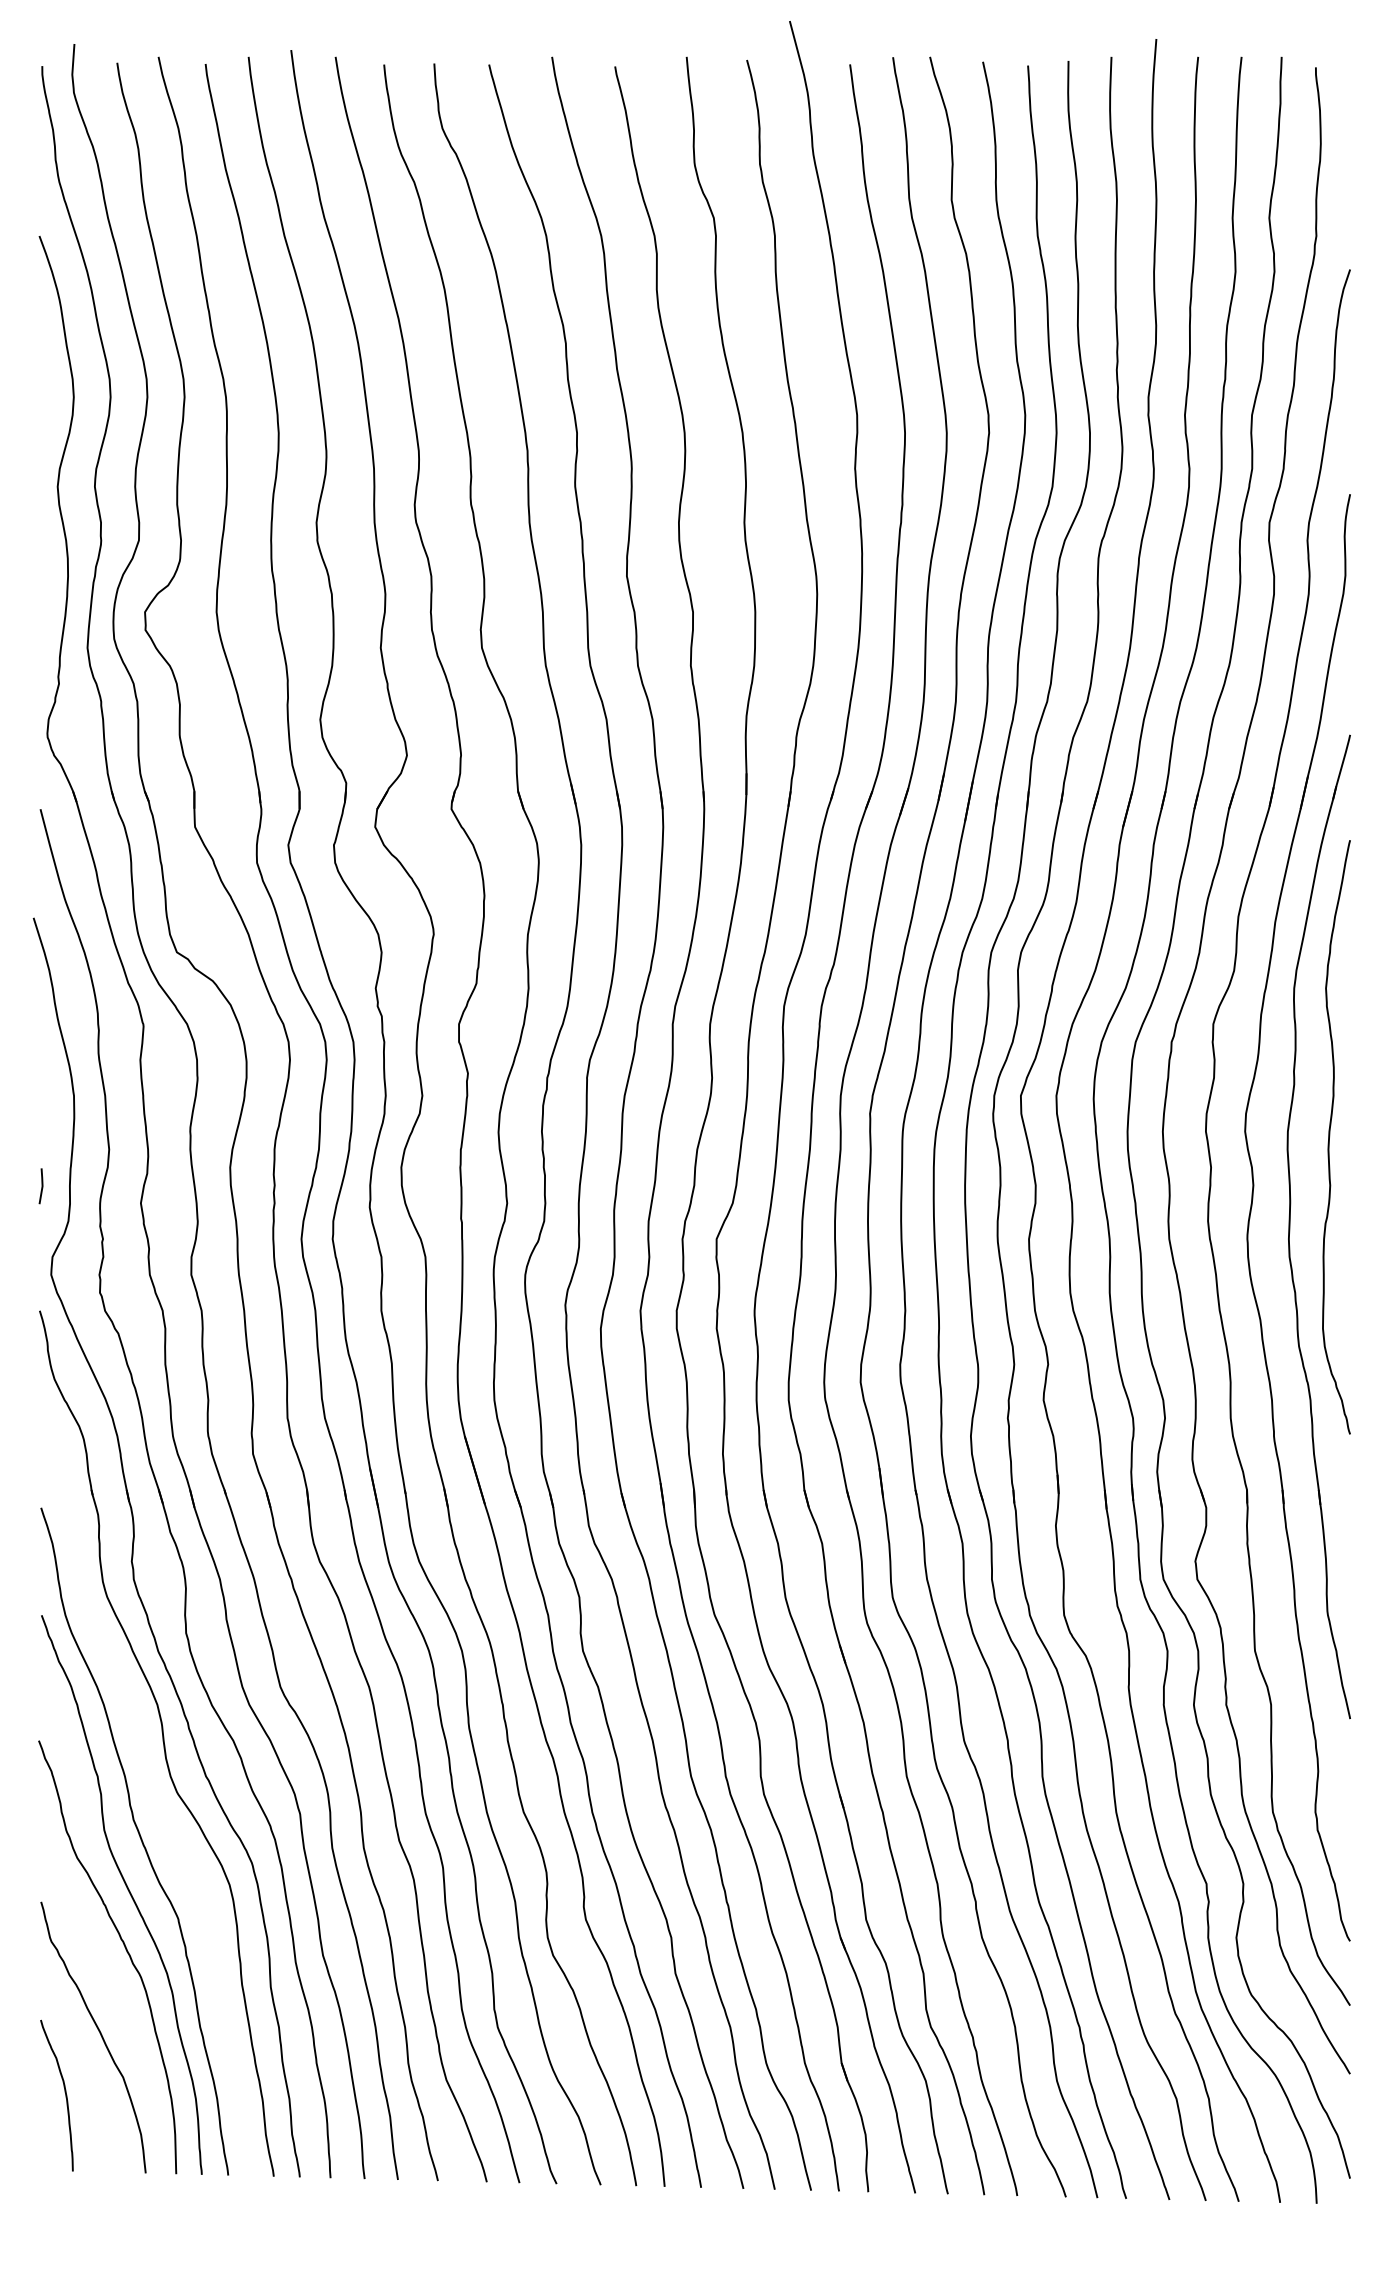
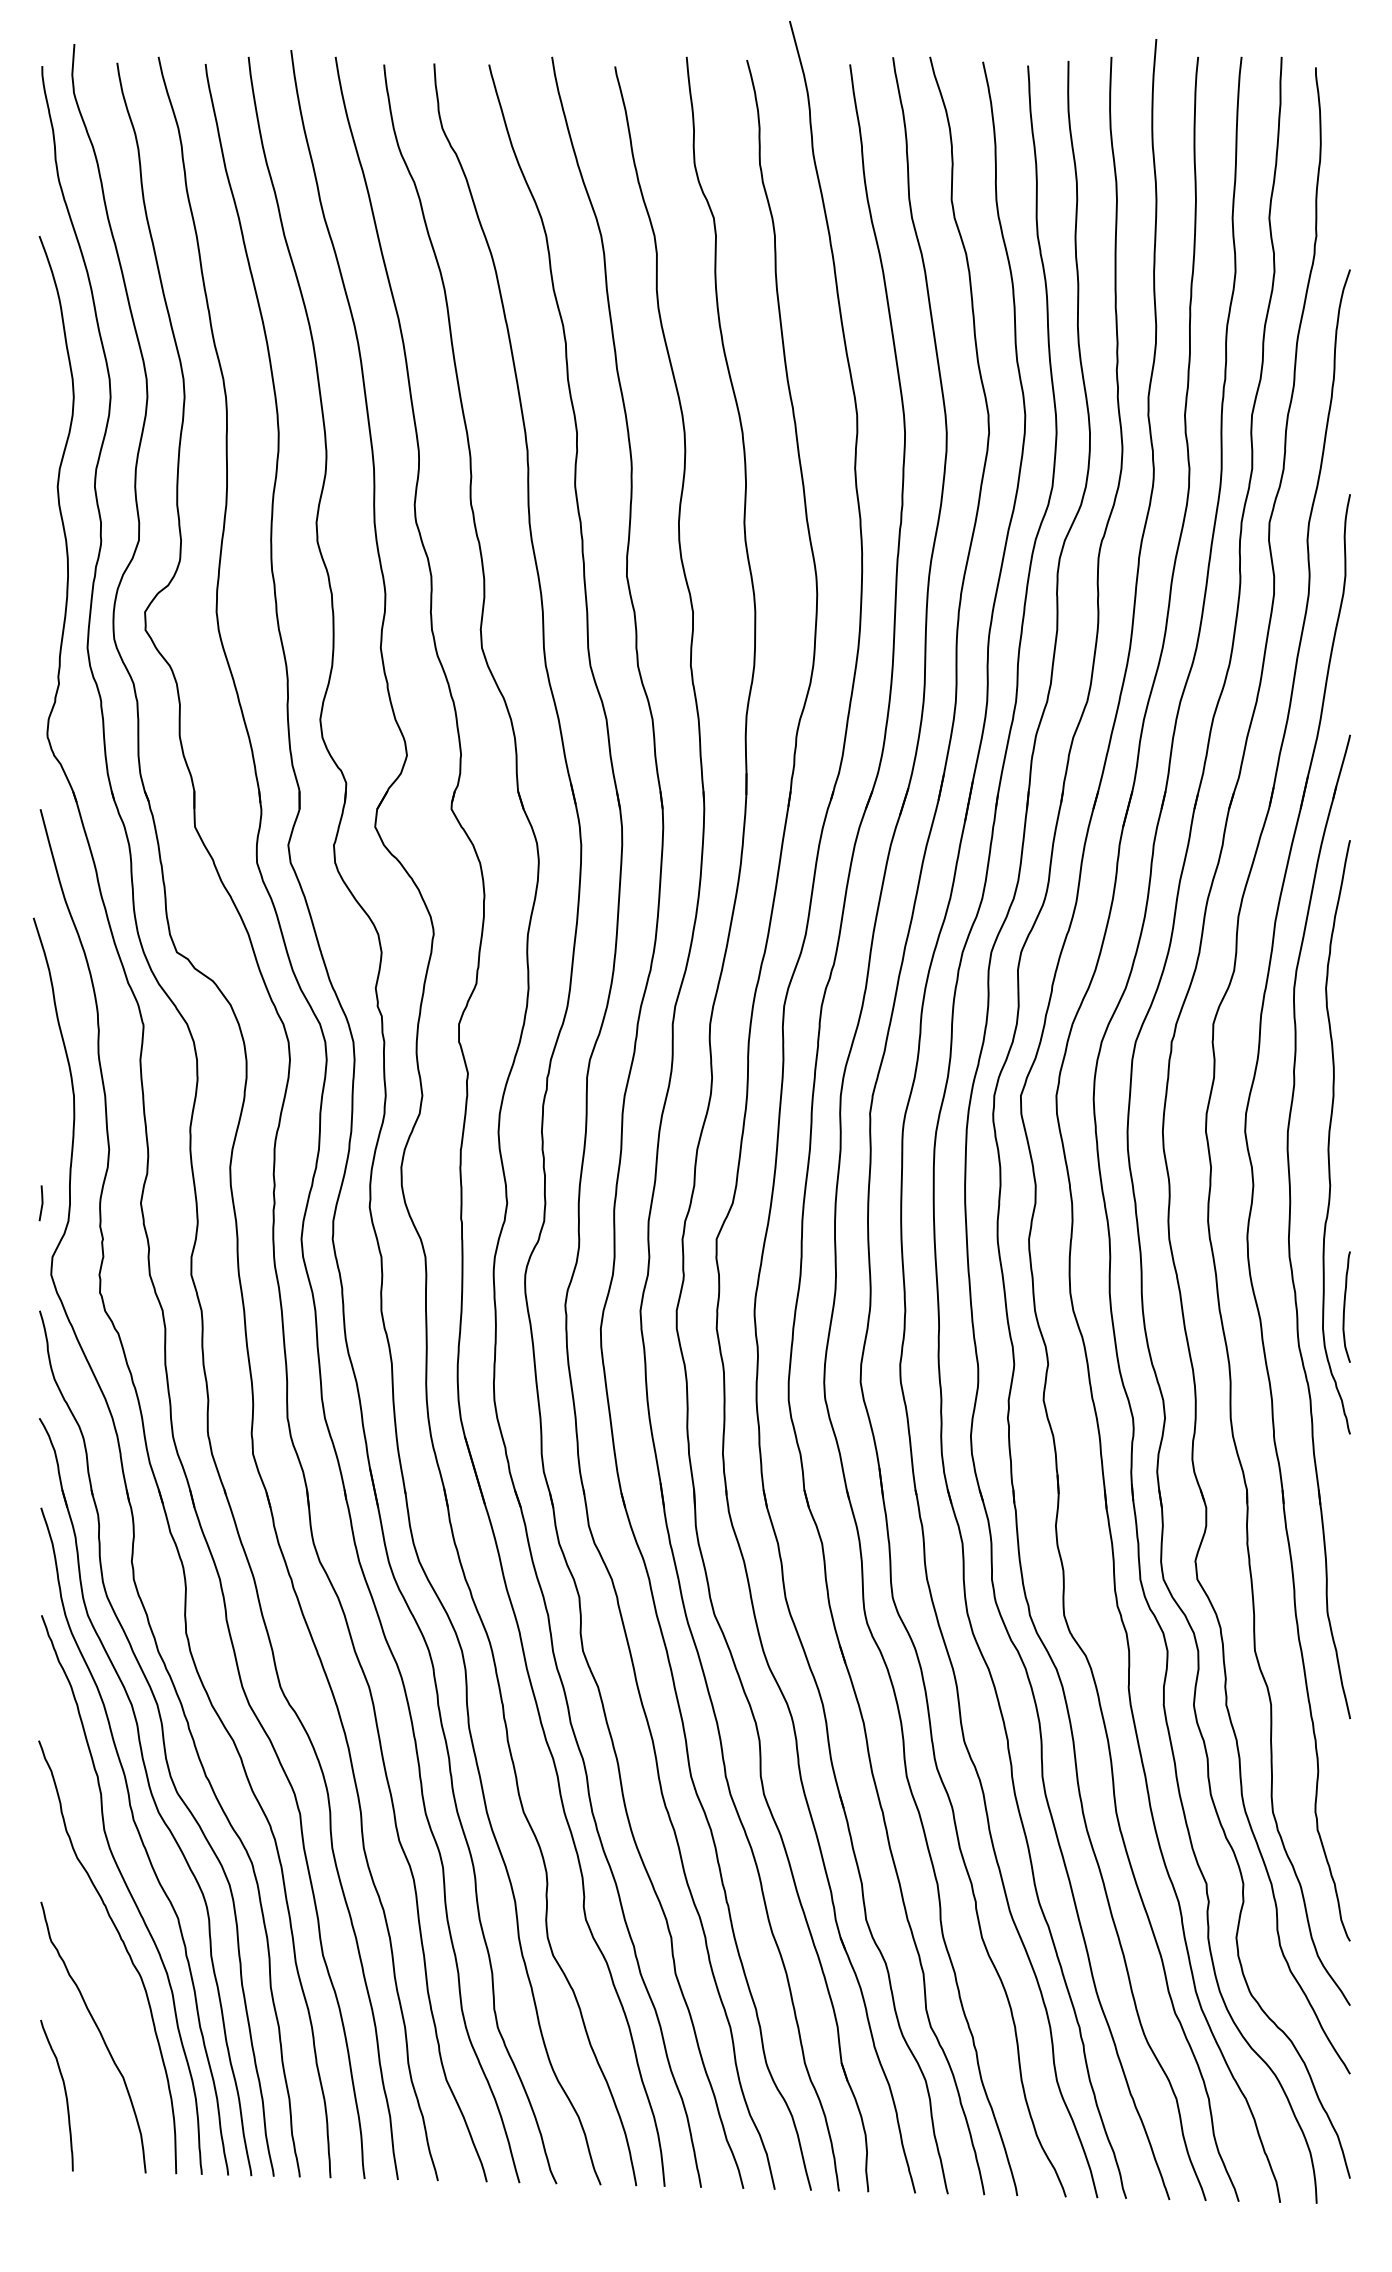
line at (41, 1186) position: (41, 1186) -> (41, 1203)
curve at (1345, 1306): none -> present
part at (145, 1797): none -> present
